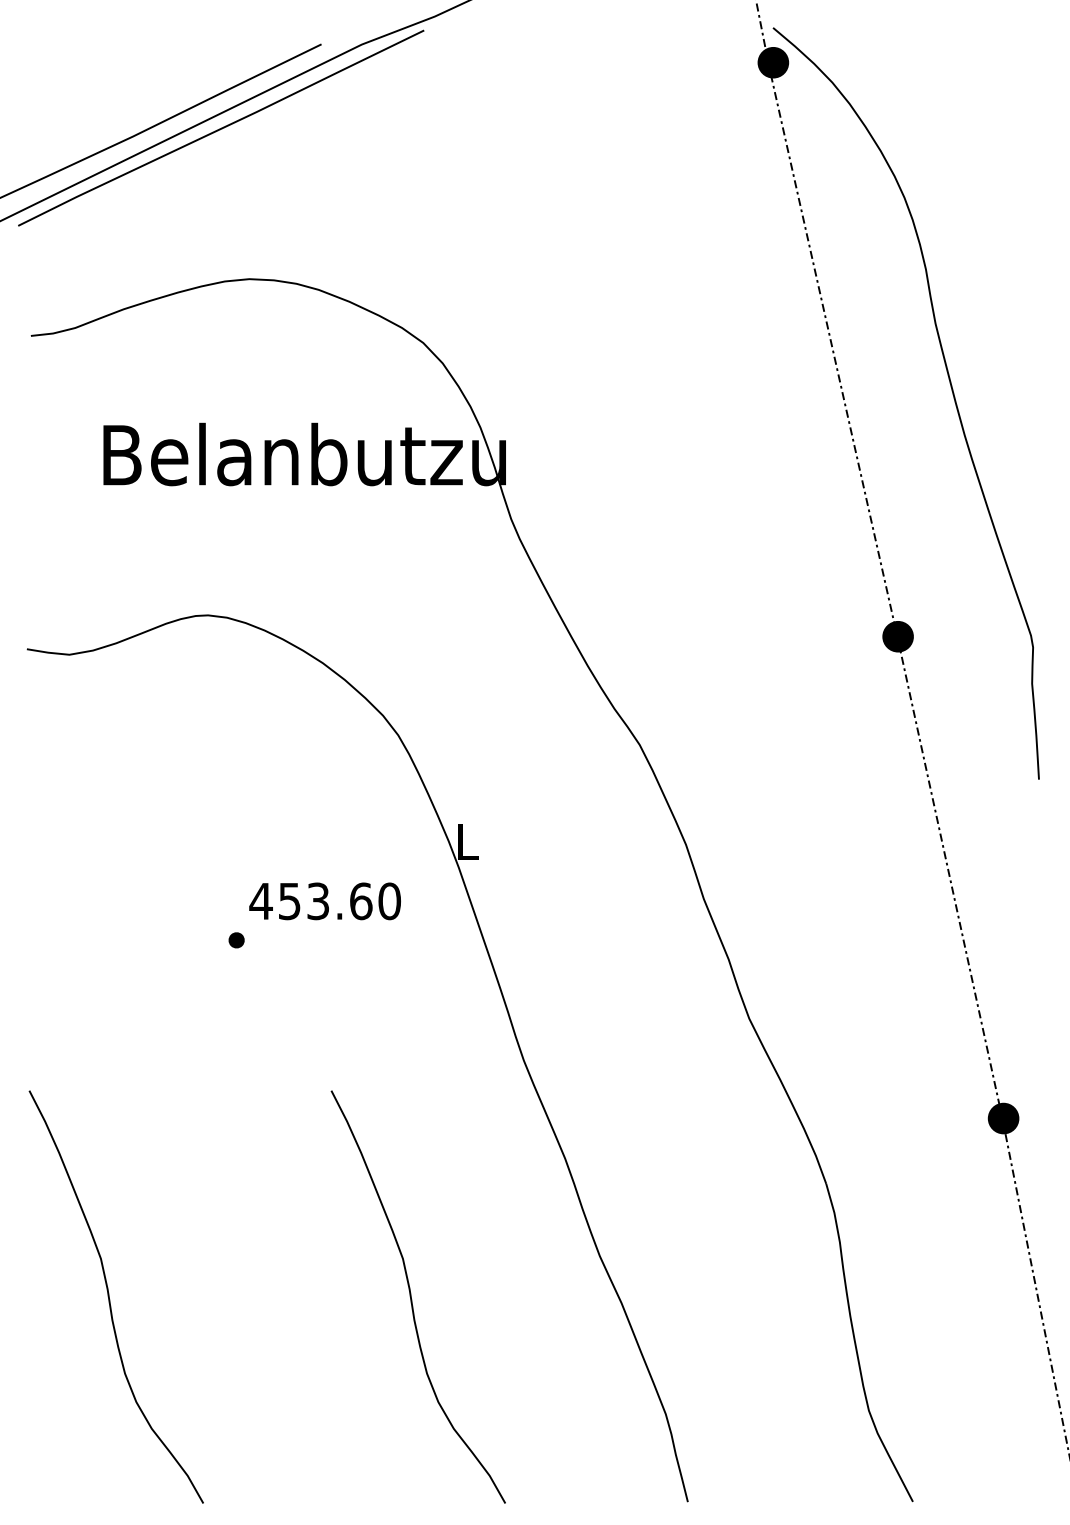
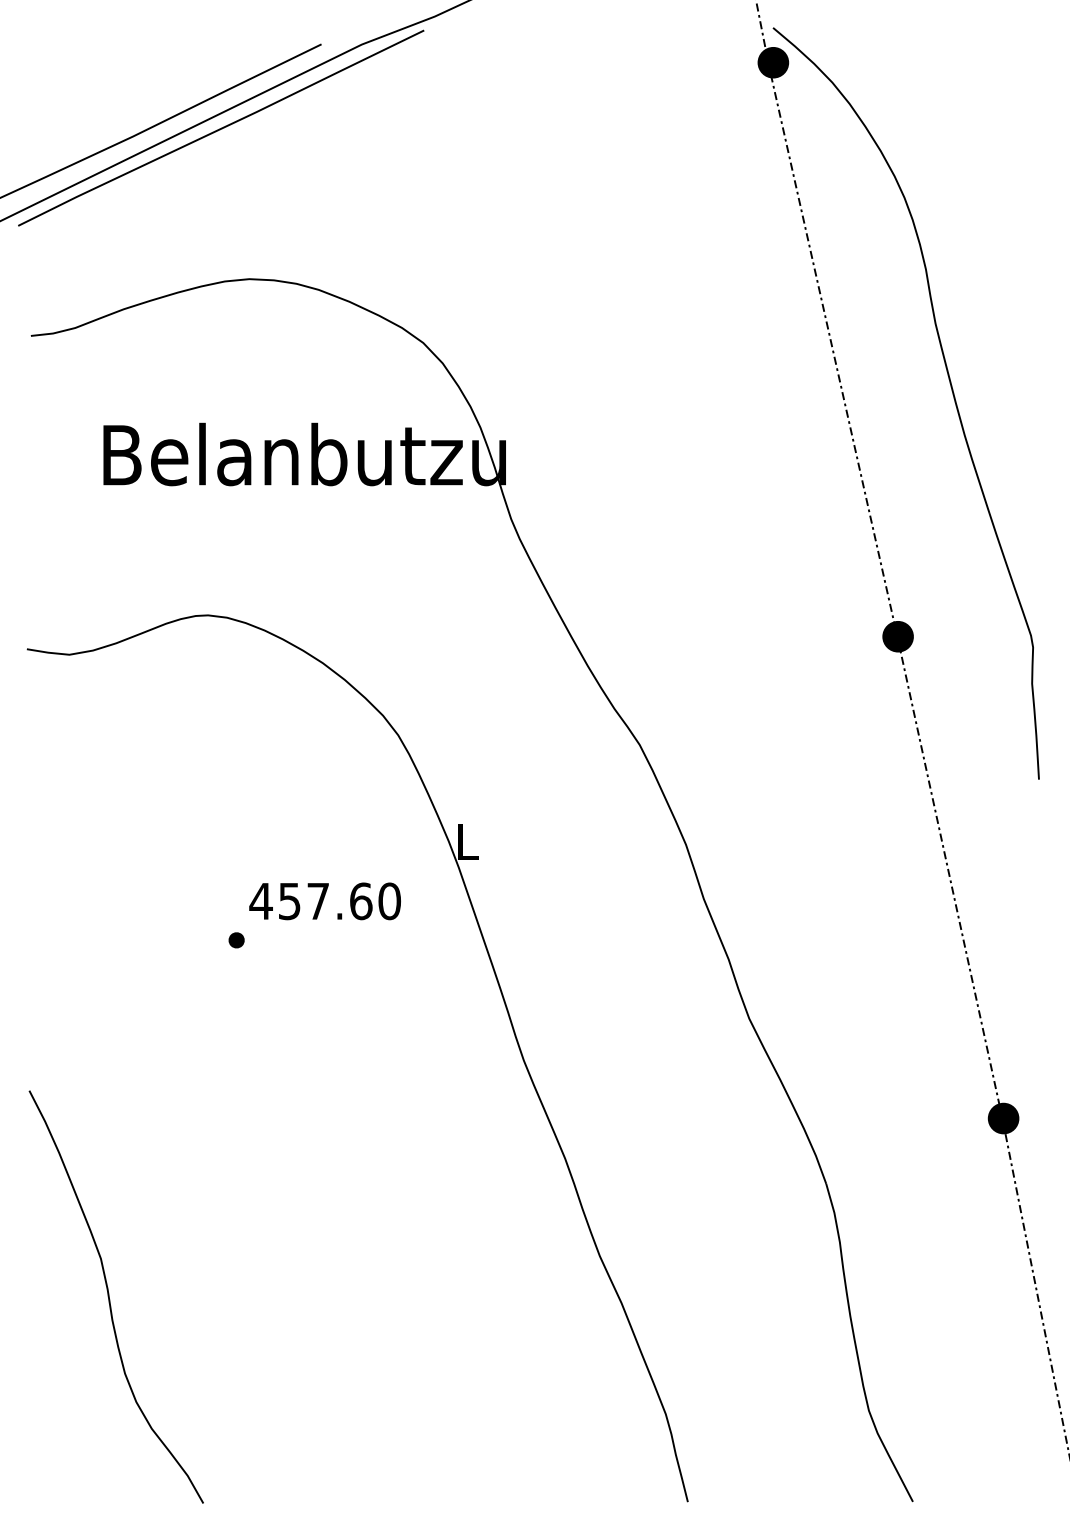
text at (317, 901): 453.60 -> 457.60
curve at (412, 1299): present -> none
